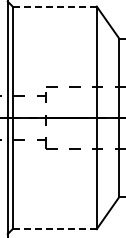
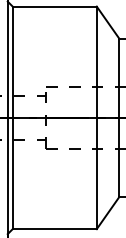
line at (55, 6): dashed -> solid
line at (55, 229): dashed -> solid
